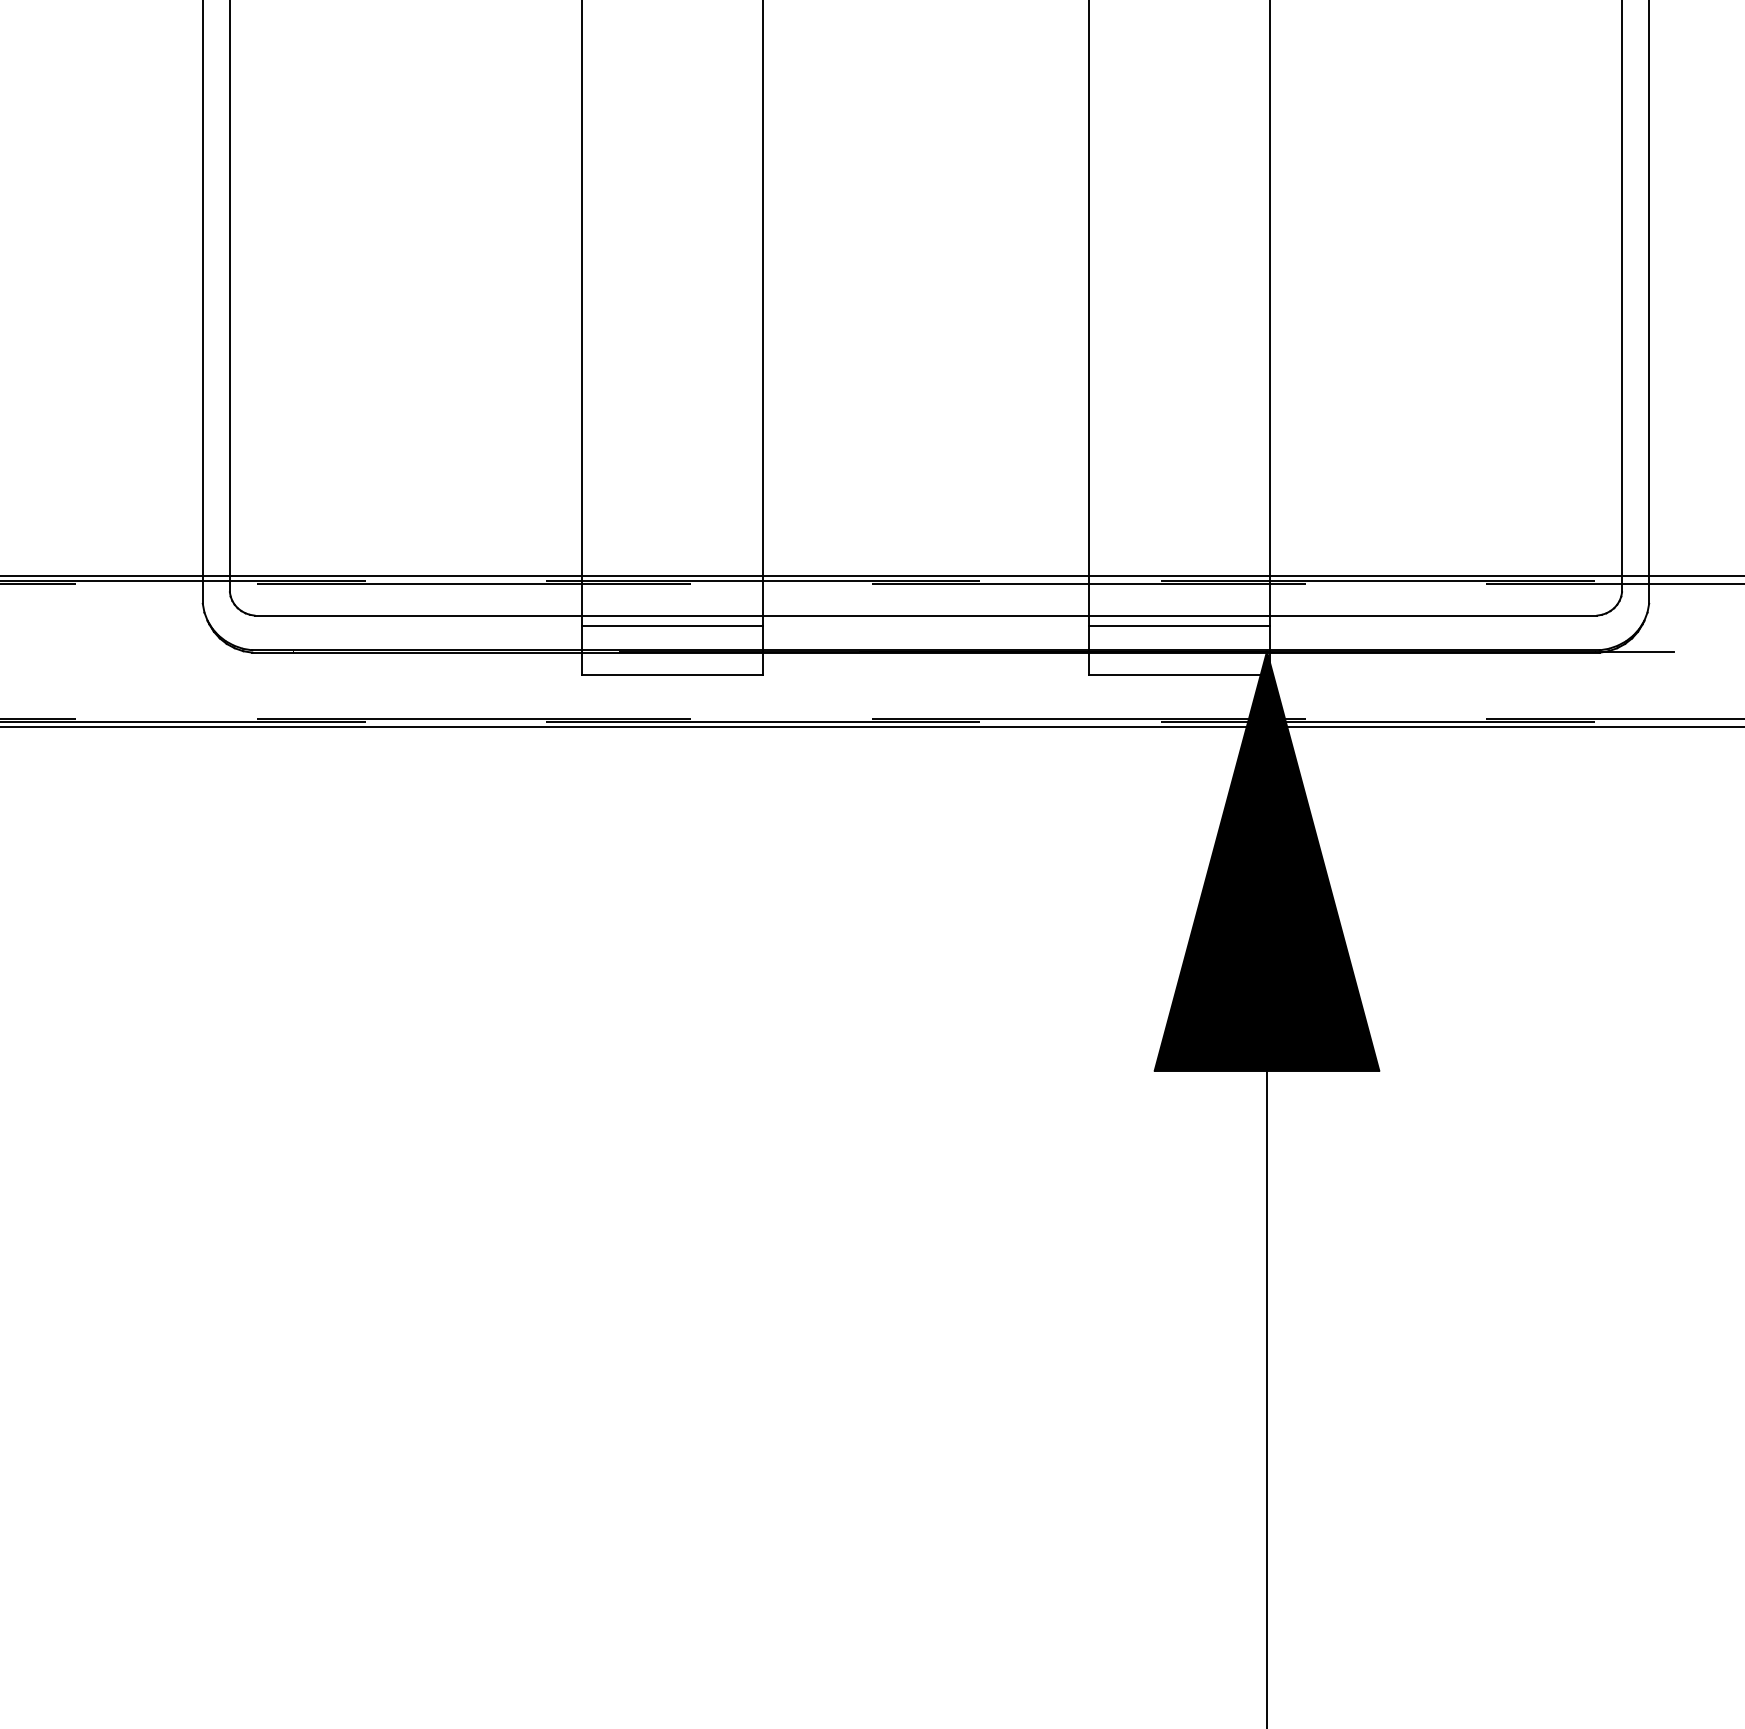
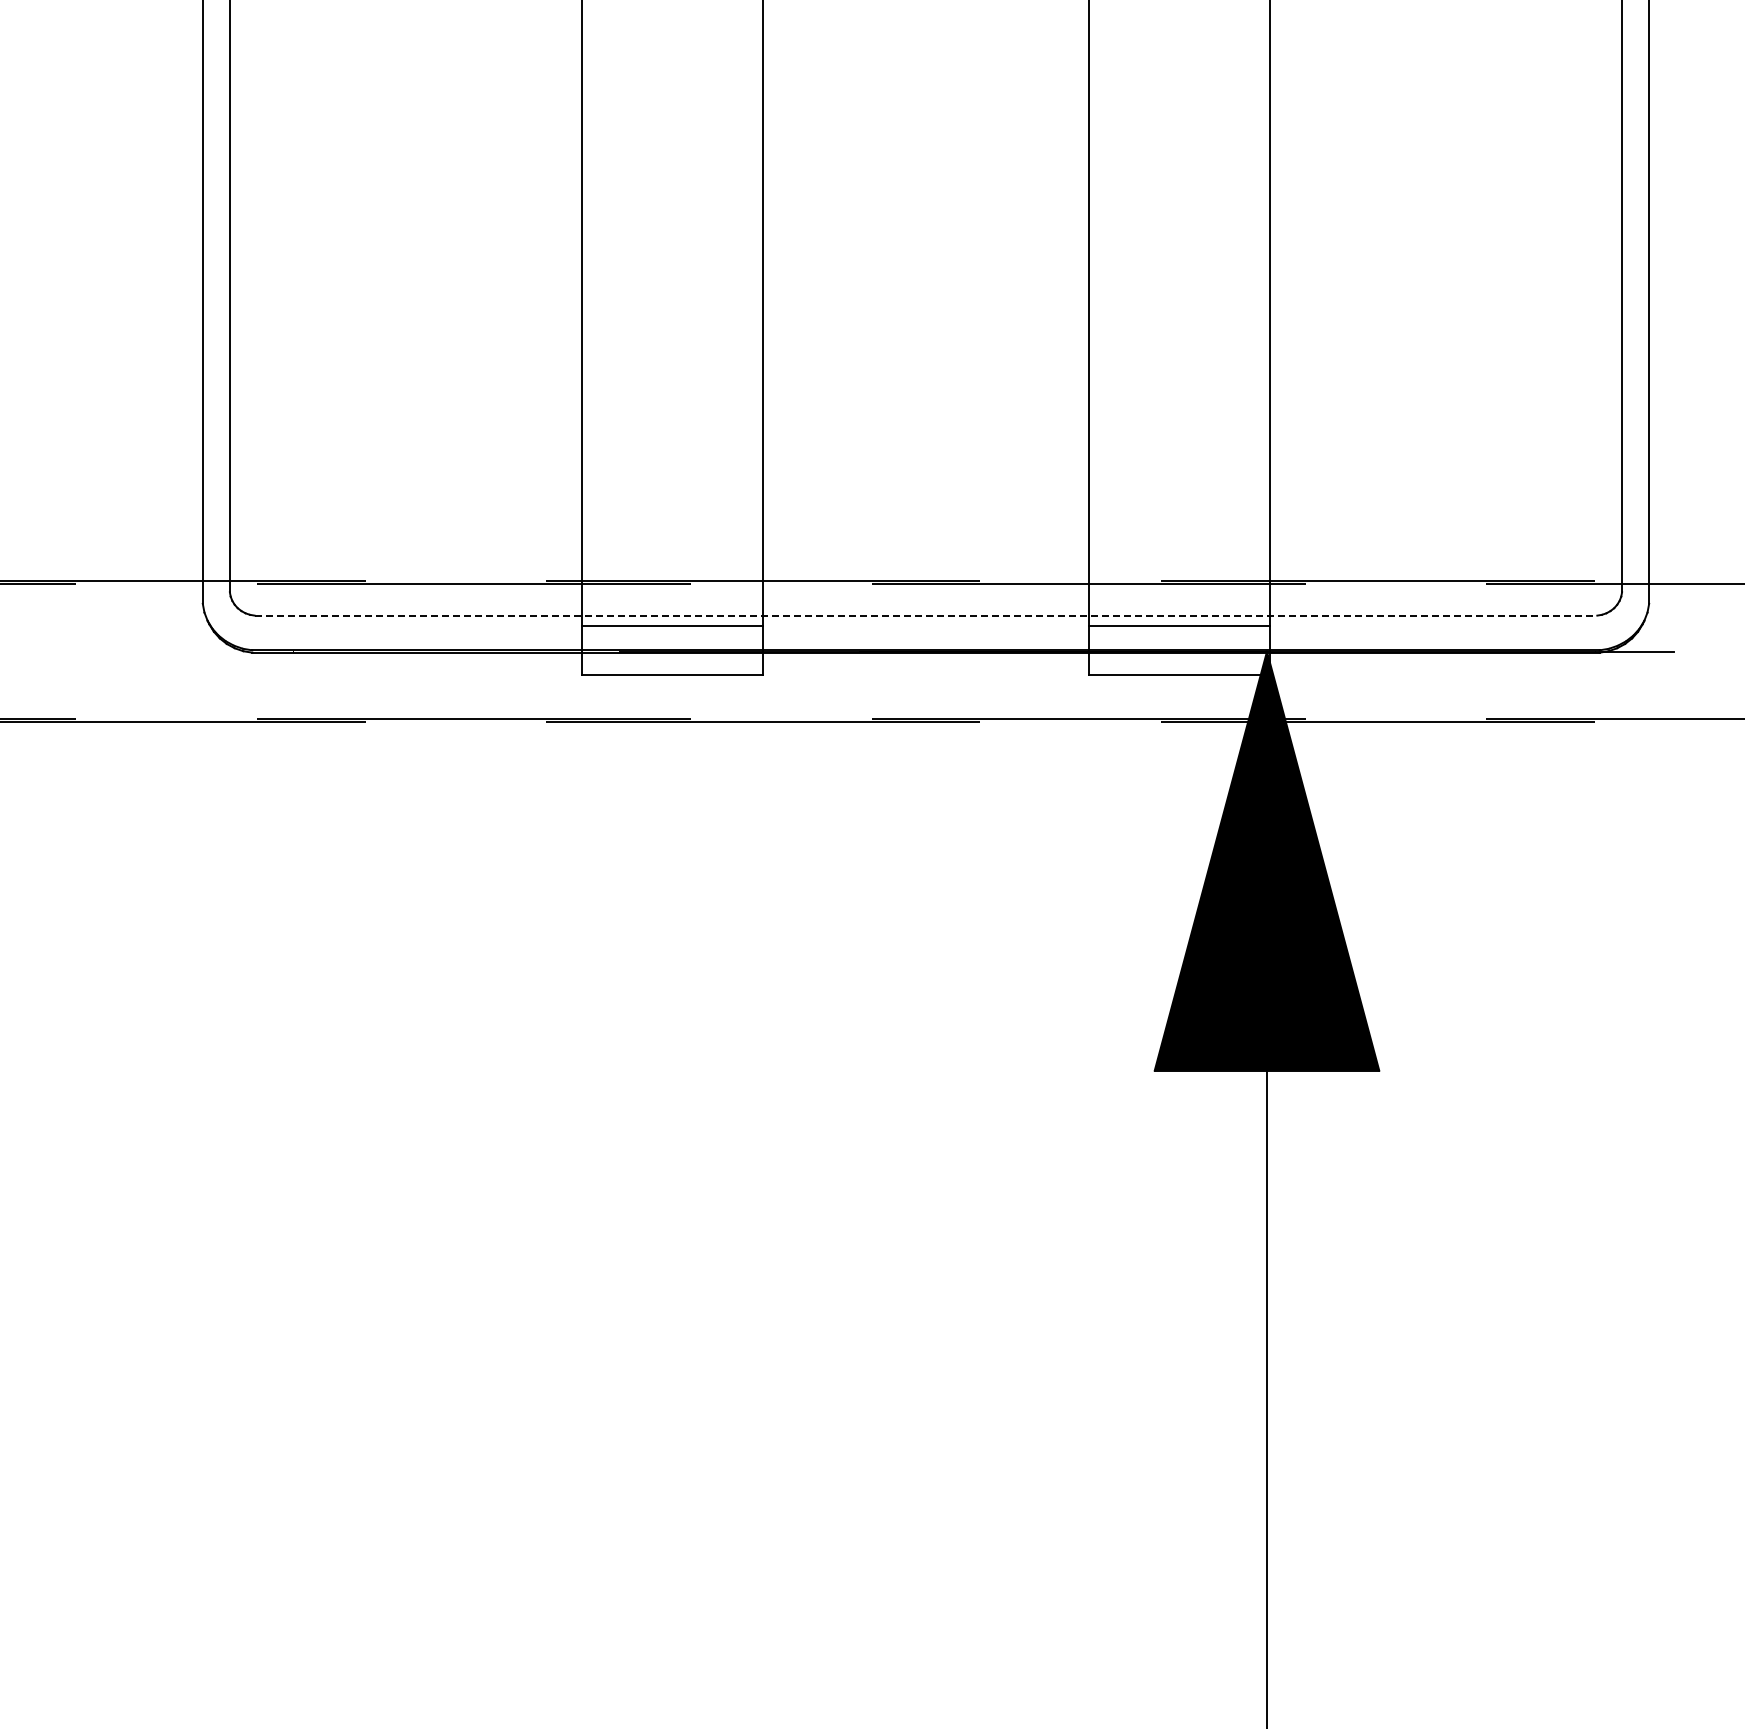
line at (871, 575): present -> none
line at (926, 615): solid -> dashed
line at (871, 727): present -> none
